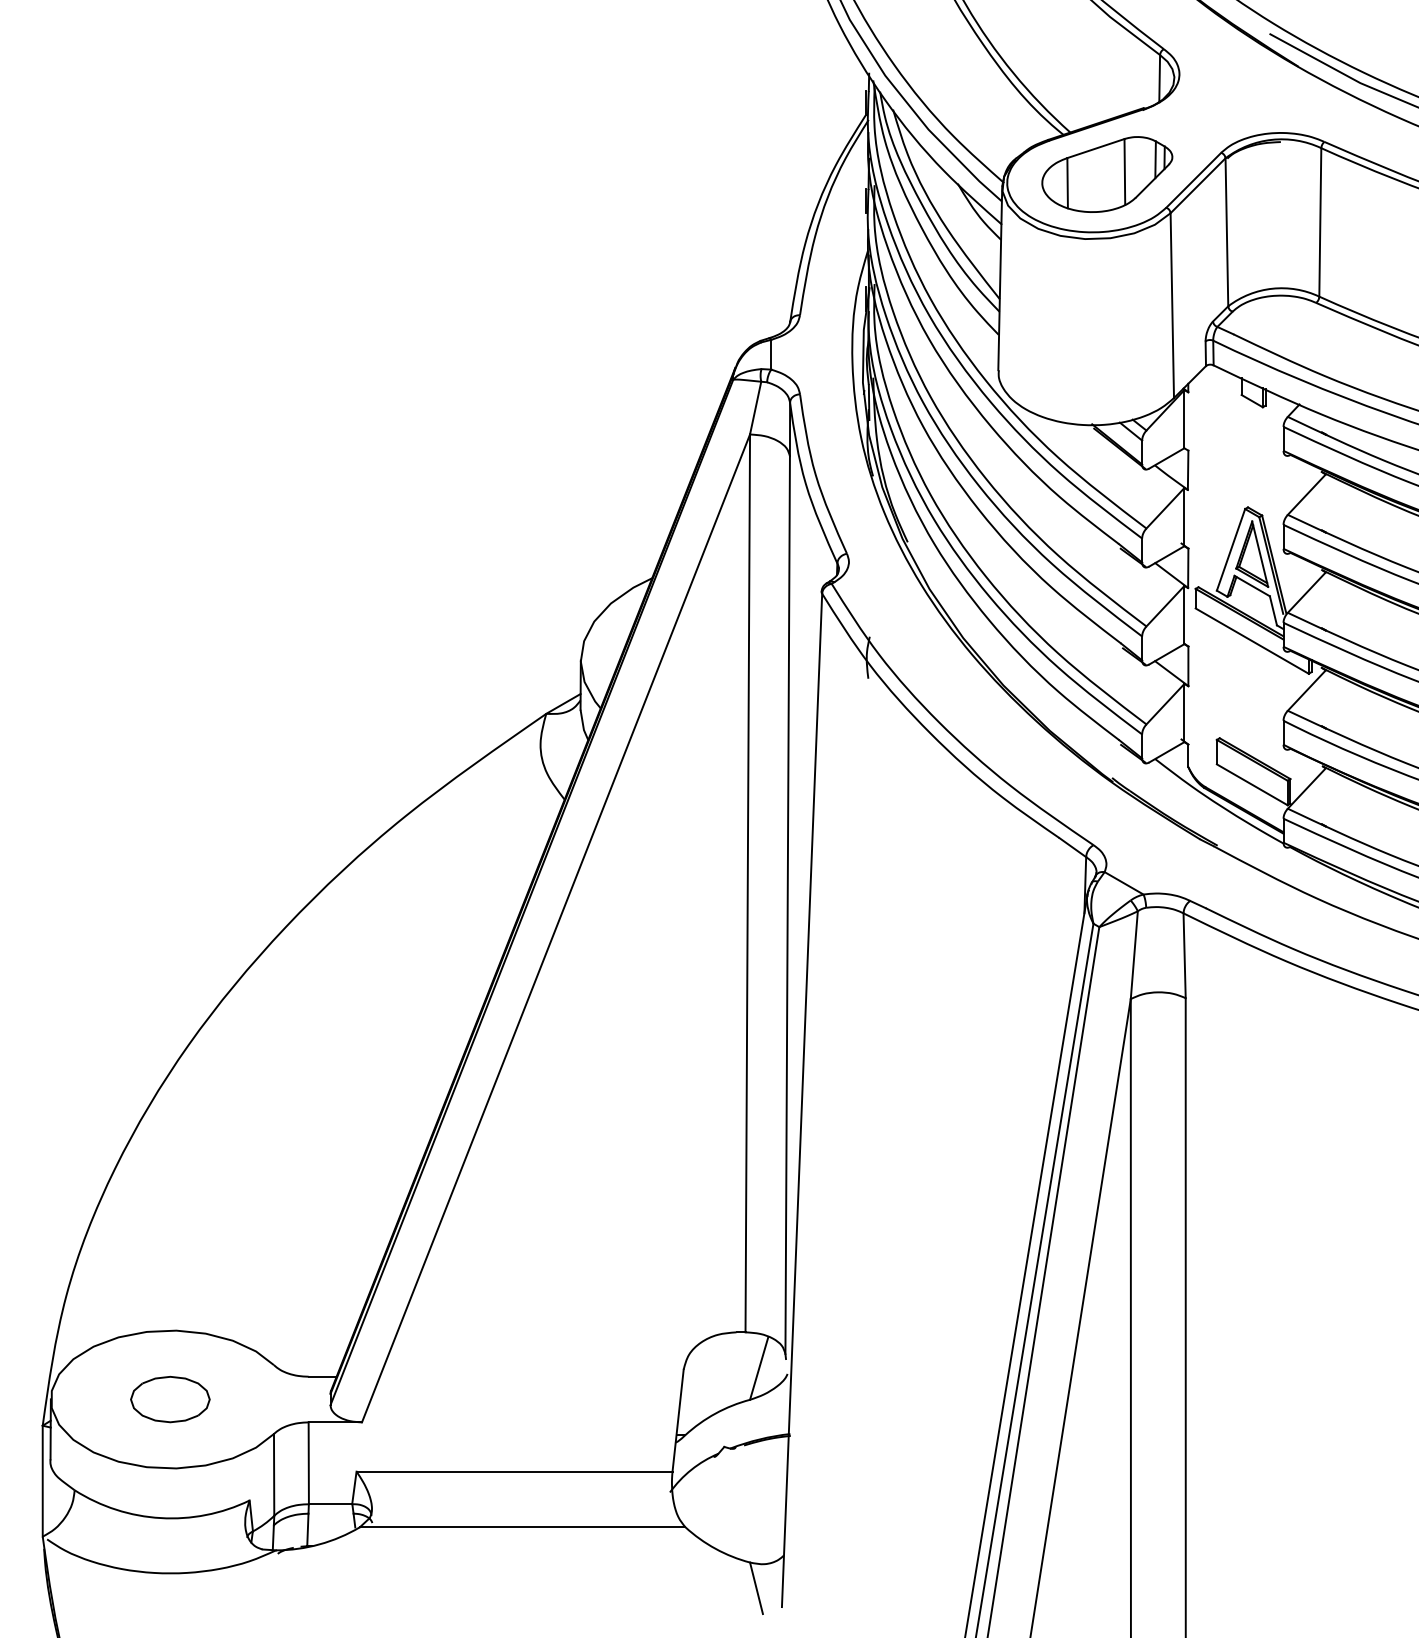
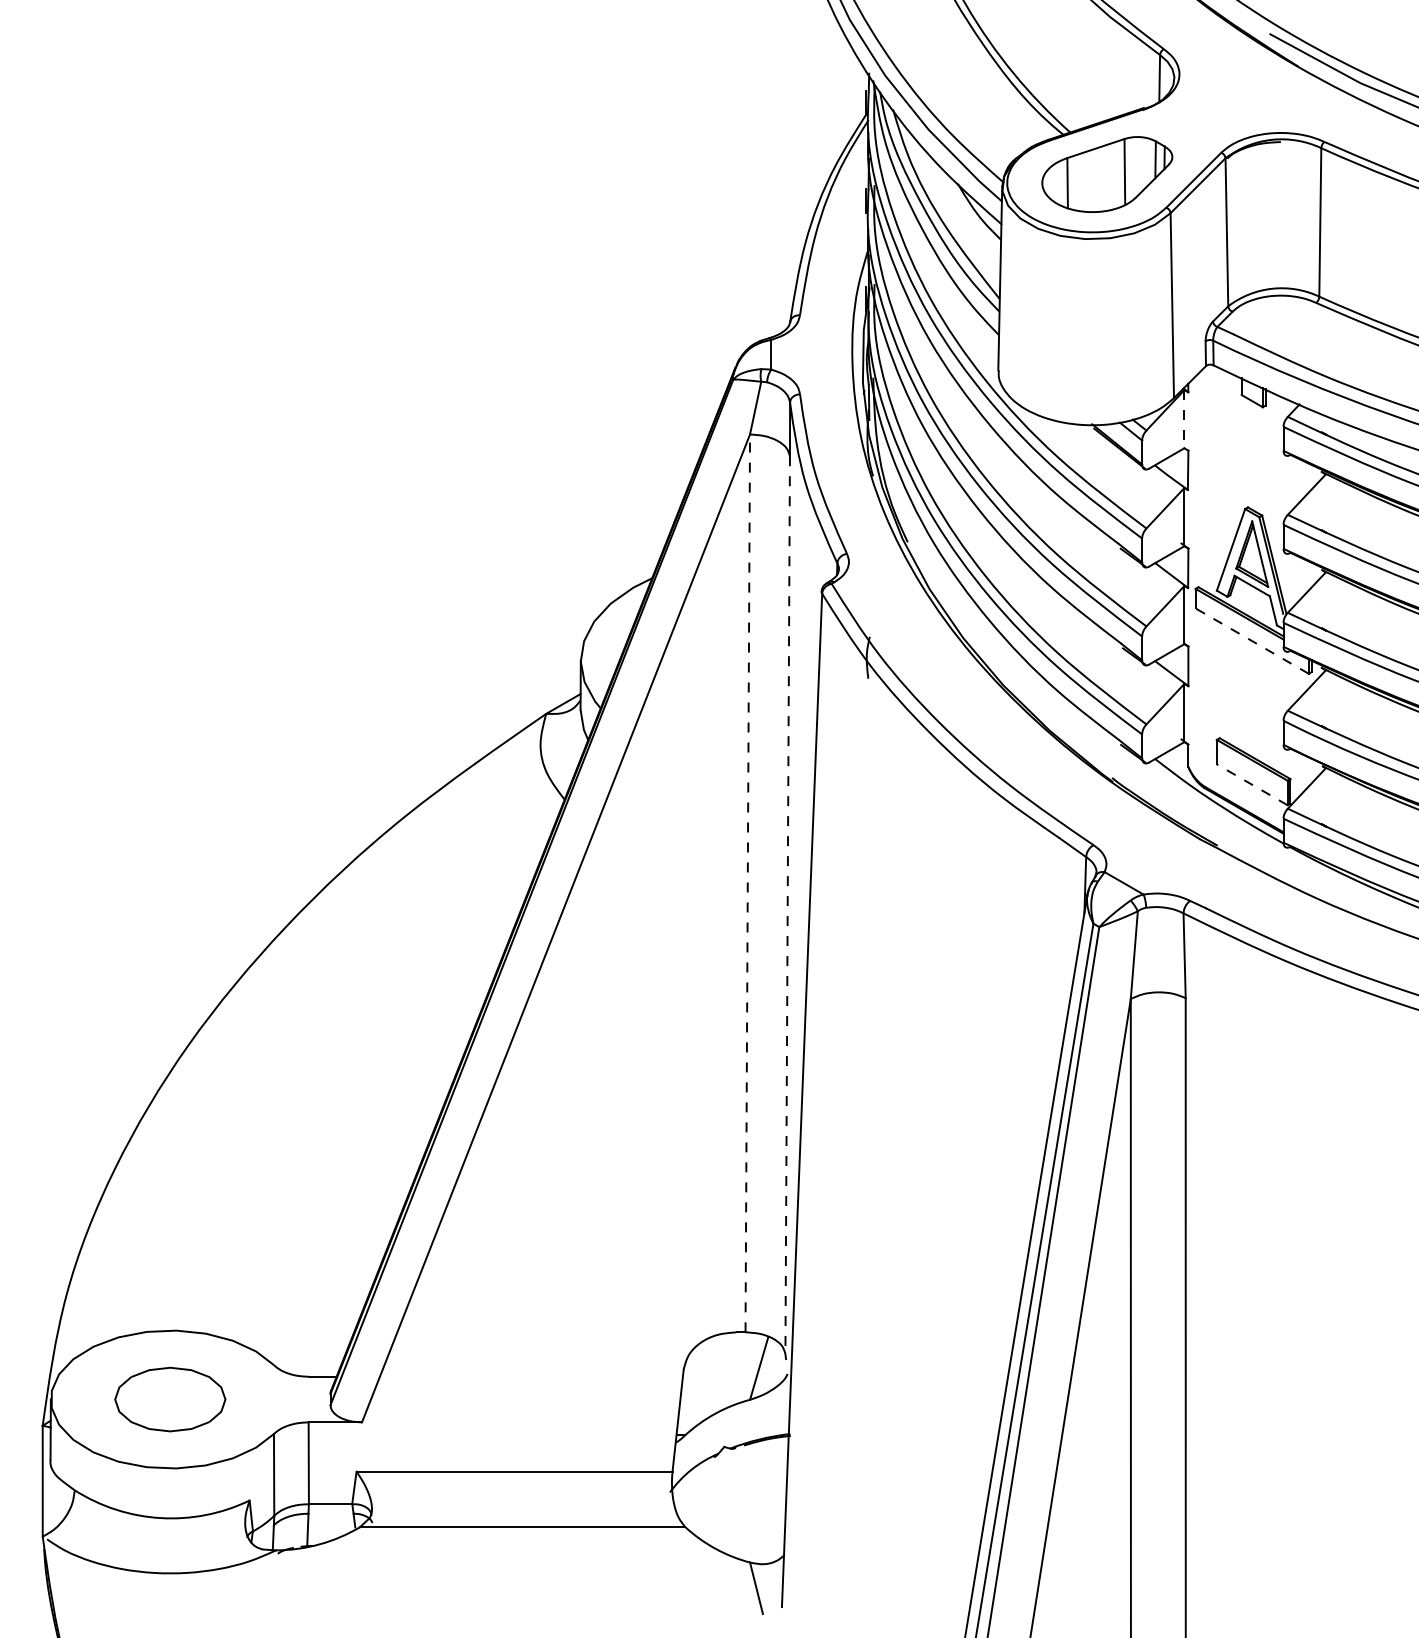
line at (1184, 419): solid -> dashed
line at (1251, 640): solid -> dashed
line at (1252, 784): solid -> dashed
line at (747, 883): solid -> dashed
line at (787, 905): solid -> dashed
part at (170, 1399) size: 81x49 px -> 113x67 px
